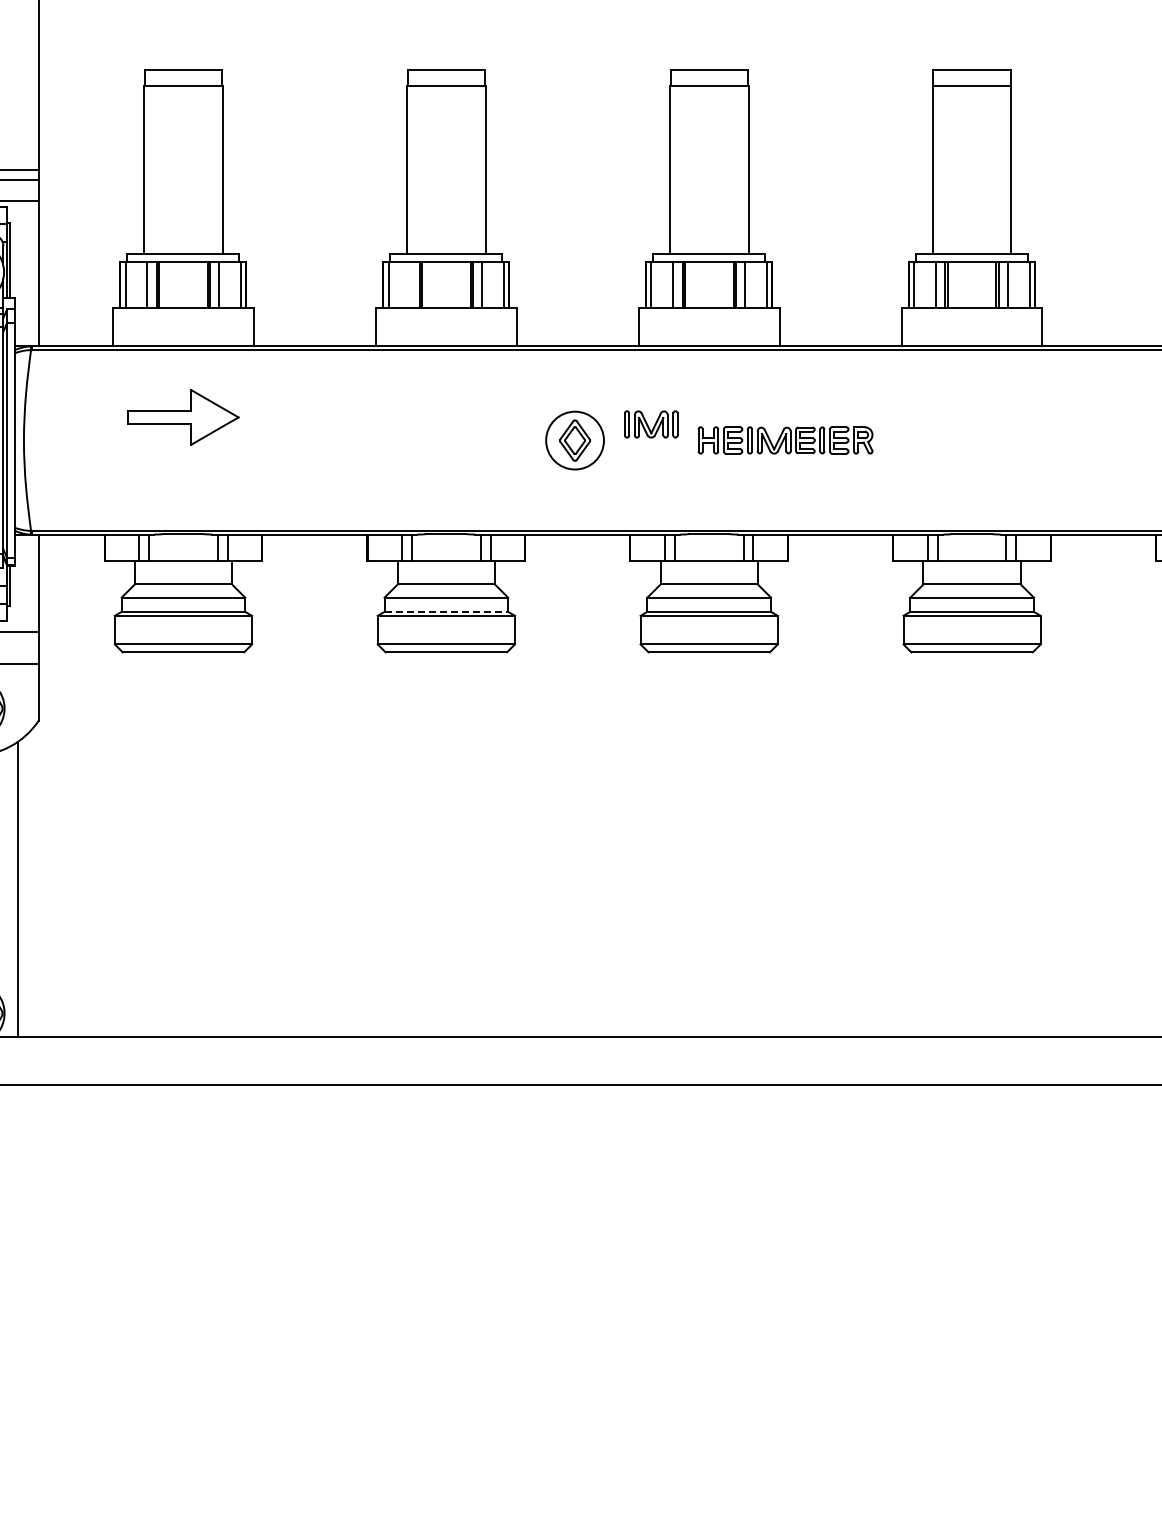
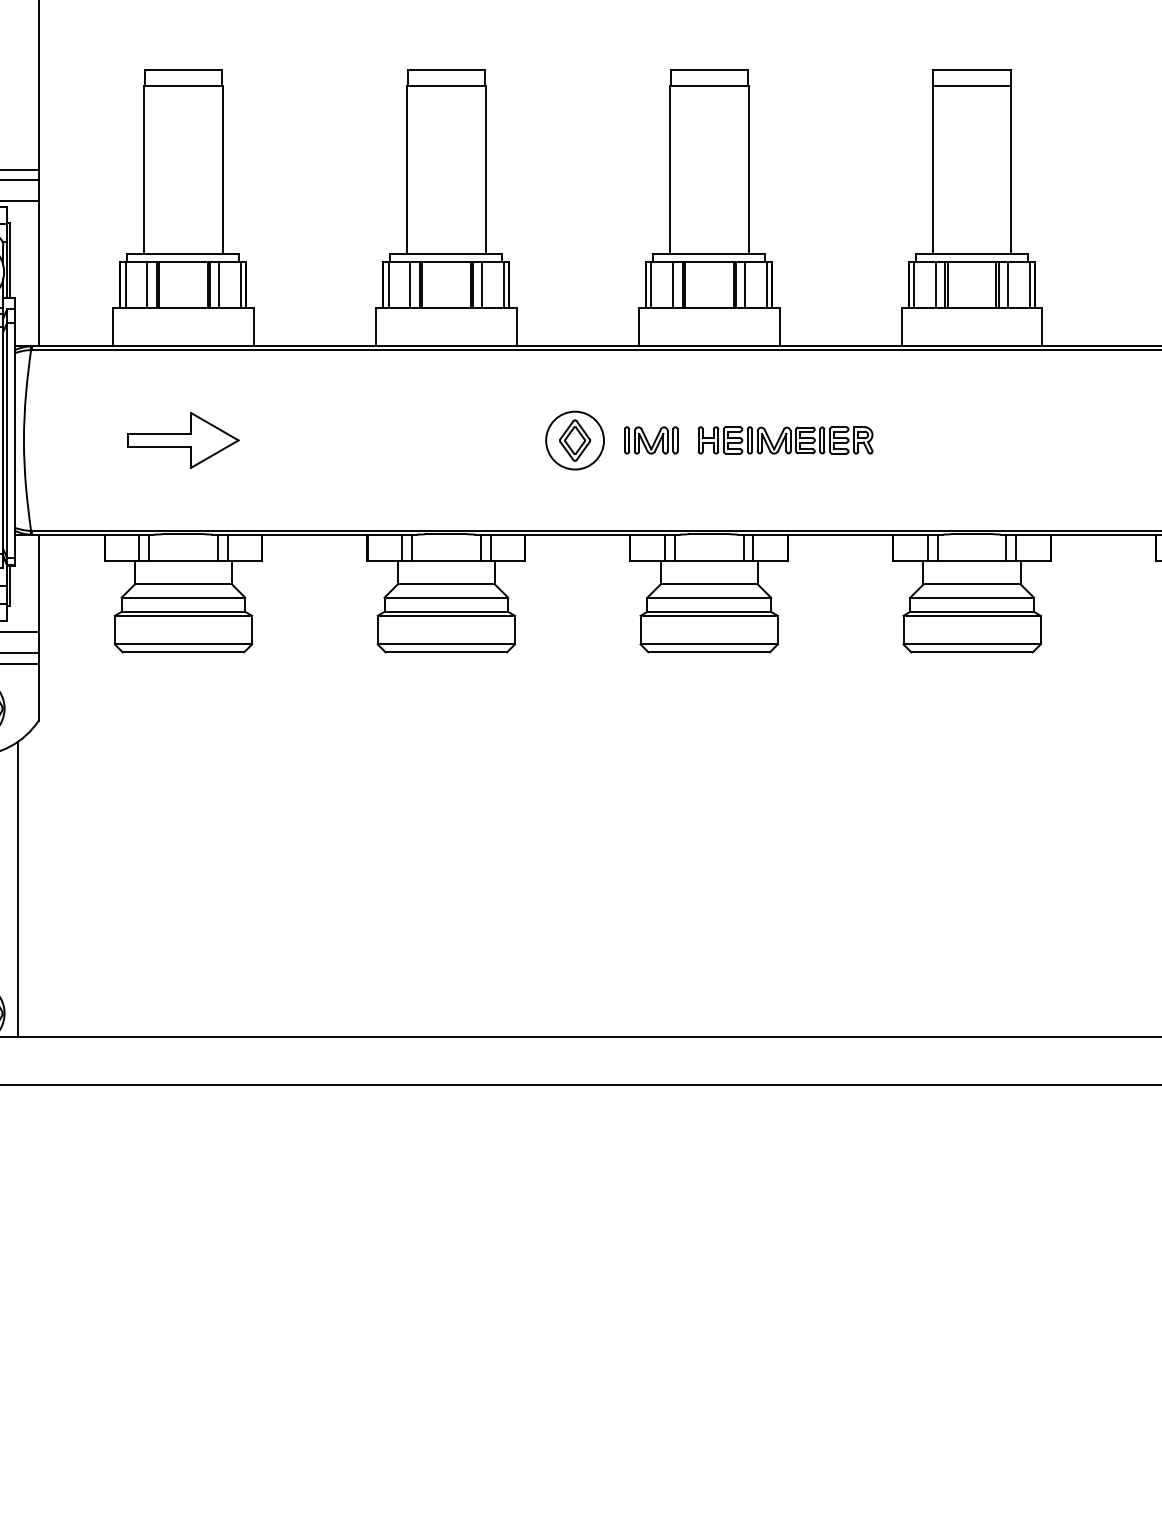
line at (410, 284): none -> present
part at (183, 417) position: (183, 417) -> (183, 440)
part at (651, 424) position: (651, 424) -> (651, 440)
line at (446, 611): dashed -> solid
line at (20, 653): none -> present
